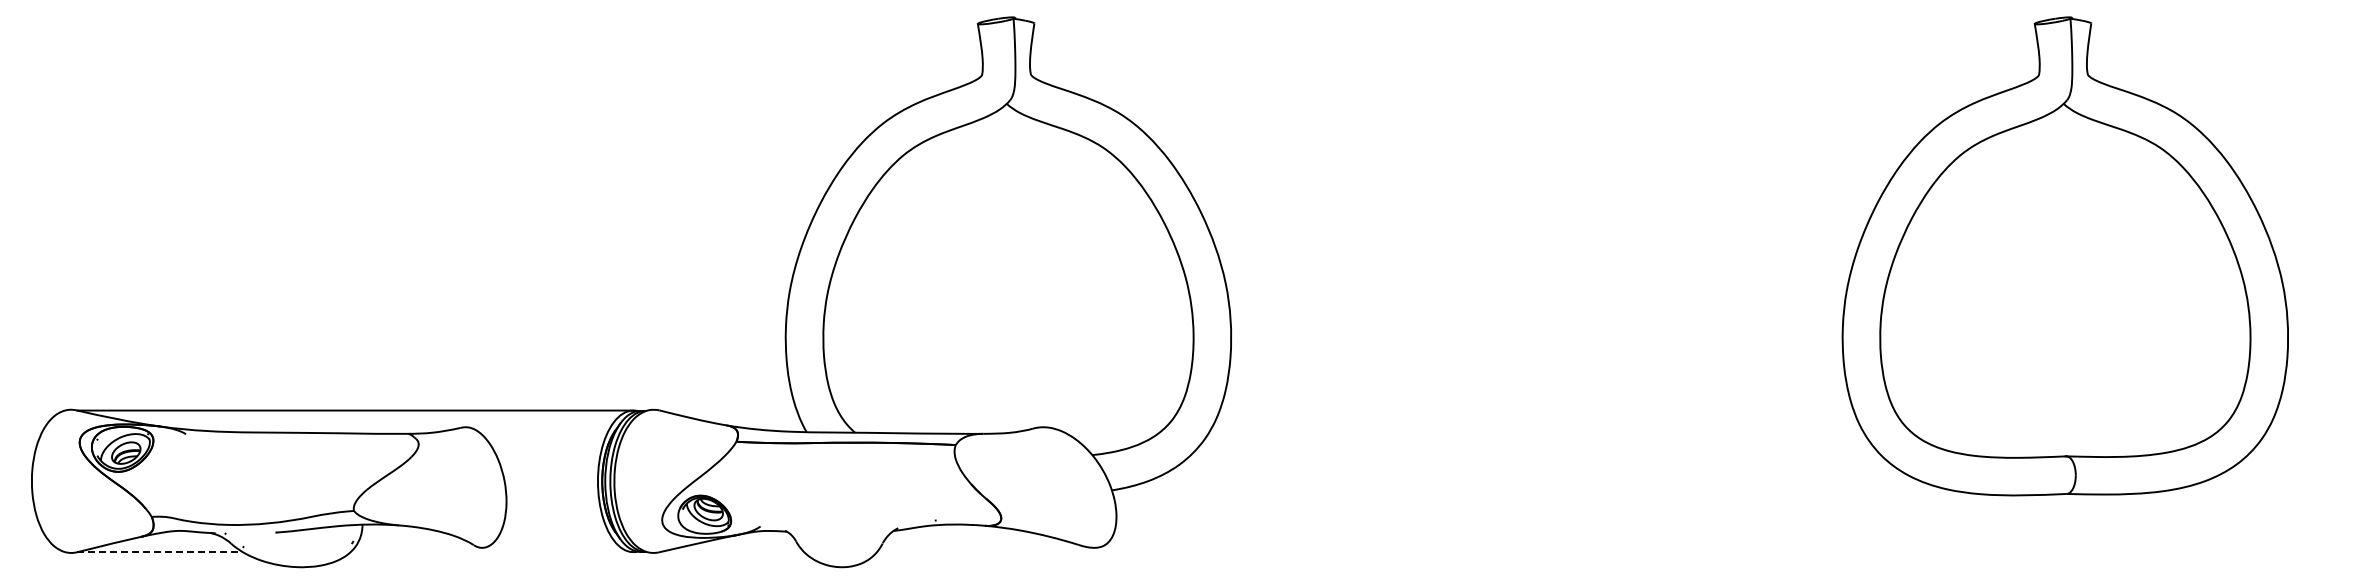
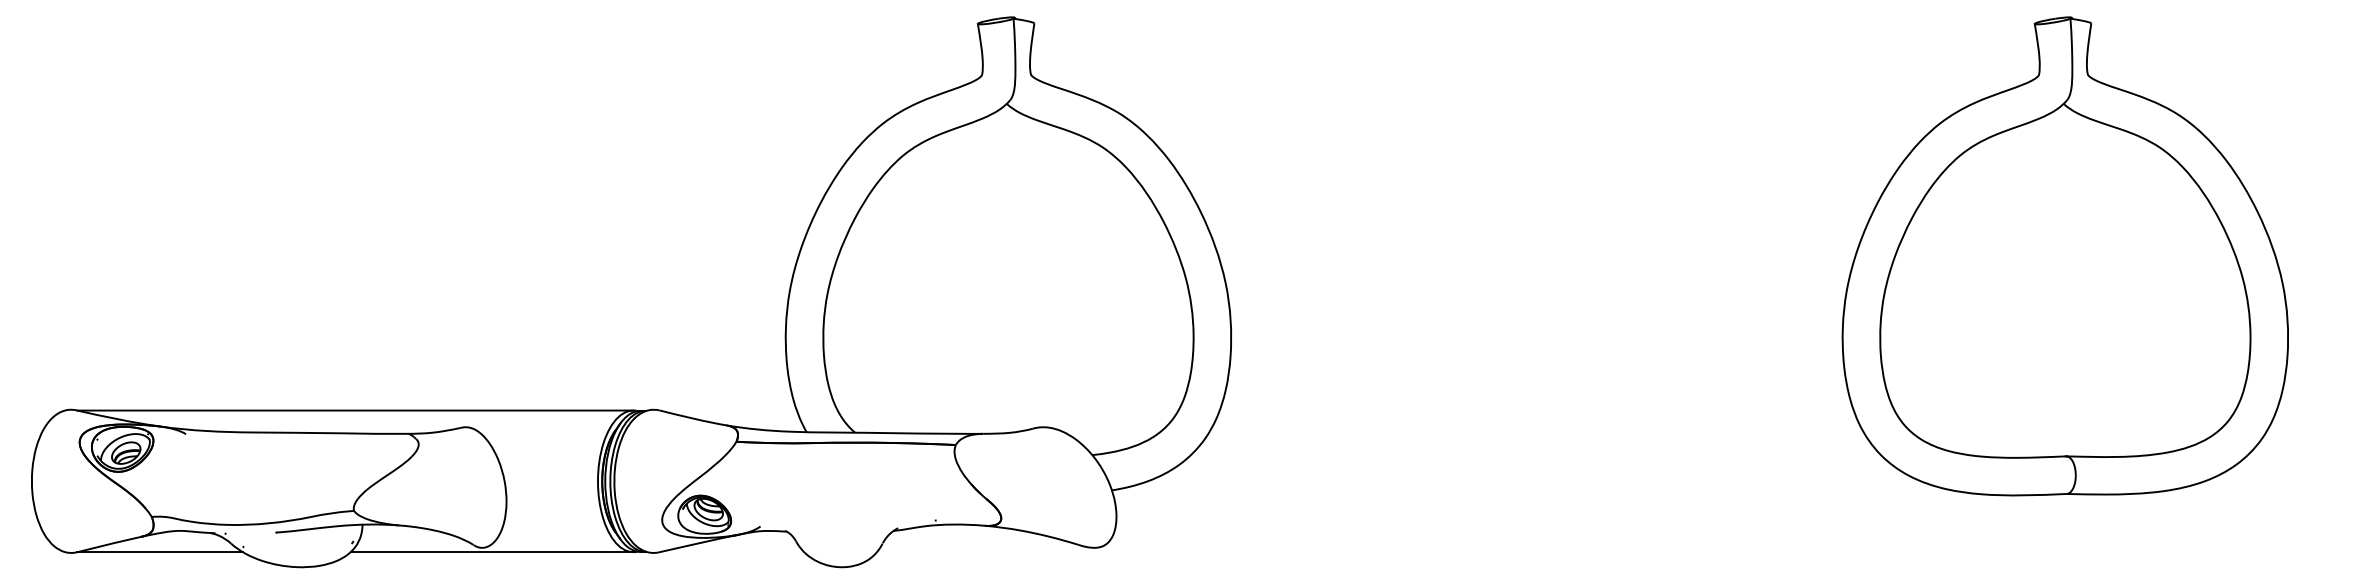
line at (160, 552): dashed -> solid
line at (491, 552): none -> present
